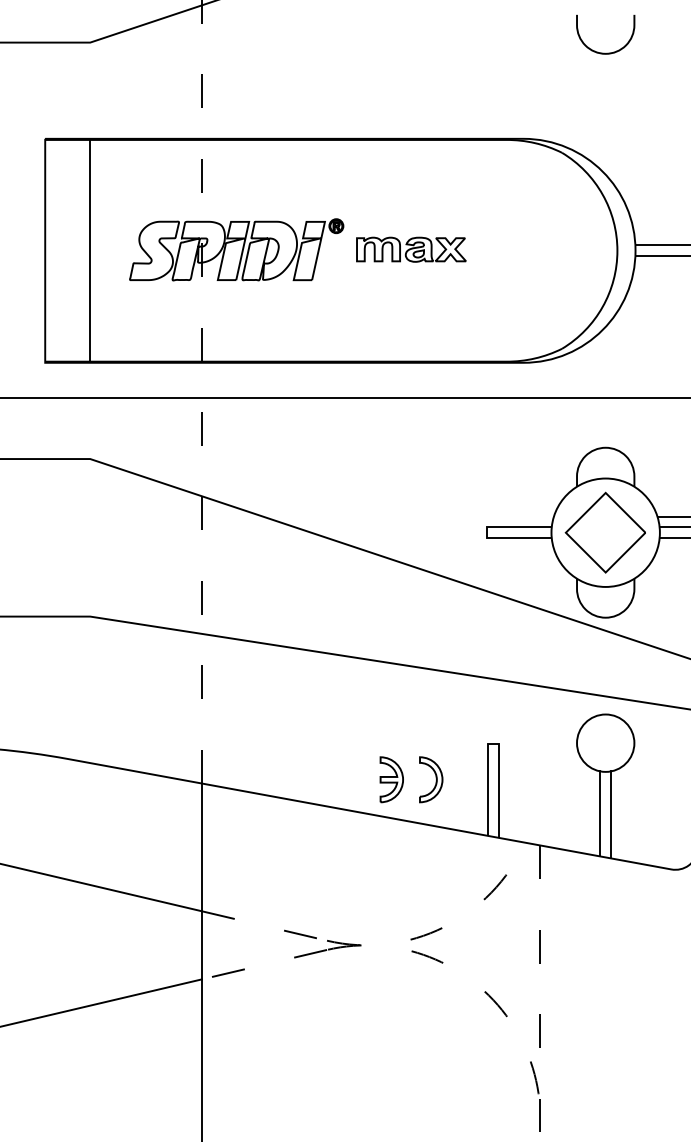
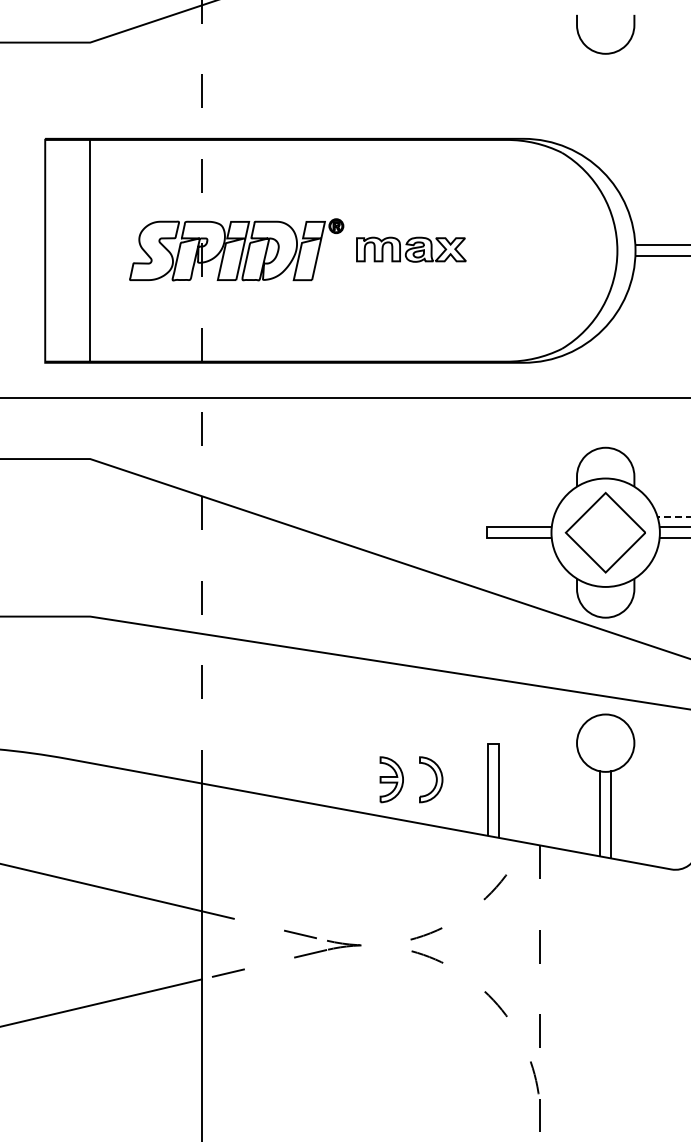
line at (673, 517): solid -> dashed
